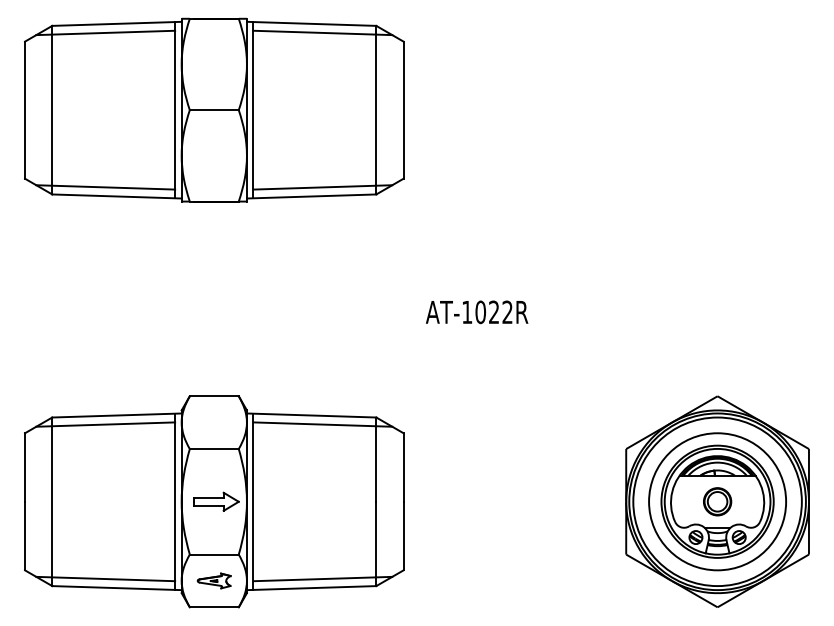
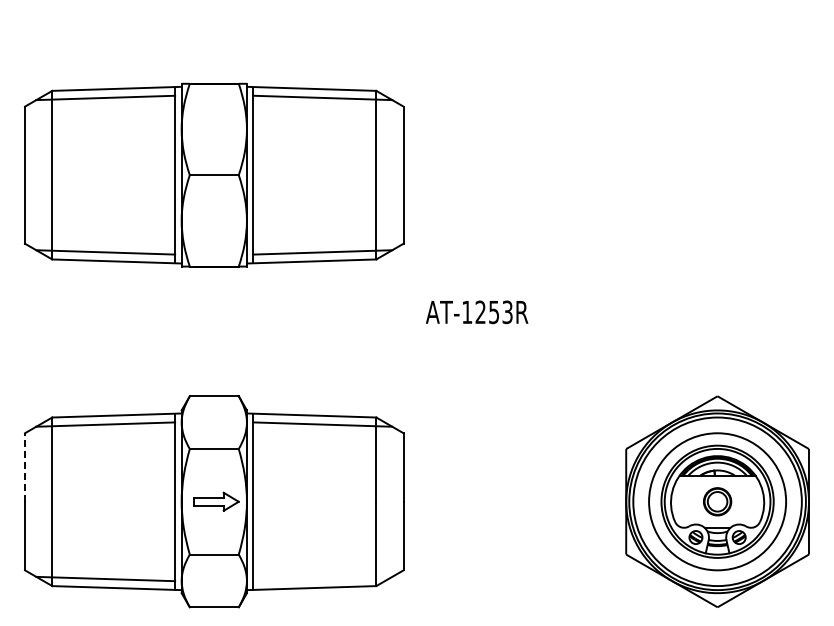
part at (214, 109) position: (214, 109) -> (214, 174)
text at (493, 312): AT-1022R -> AT-1253R
line at (25, 467): solid -> dashed
line at (322, 578): present -> none
part at (213, 580): present -> none
